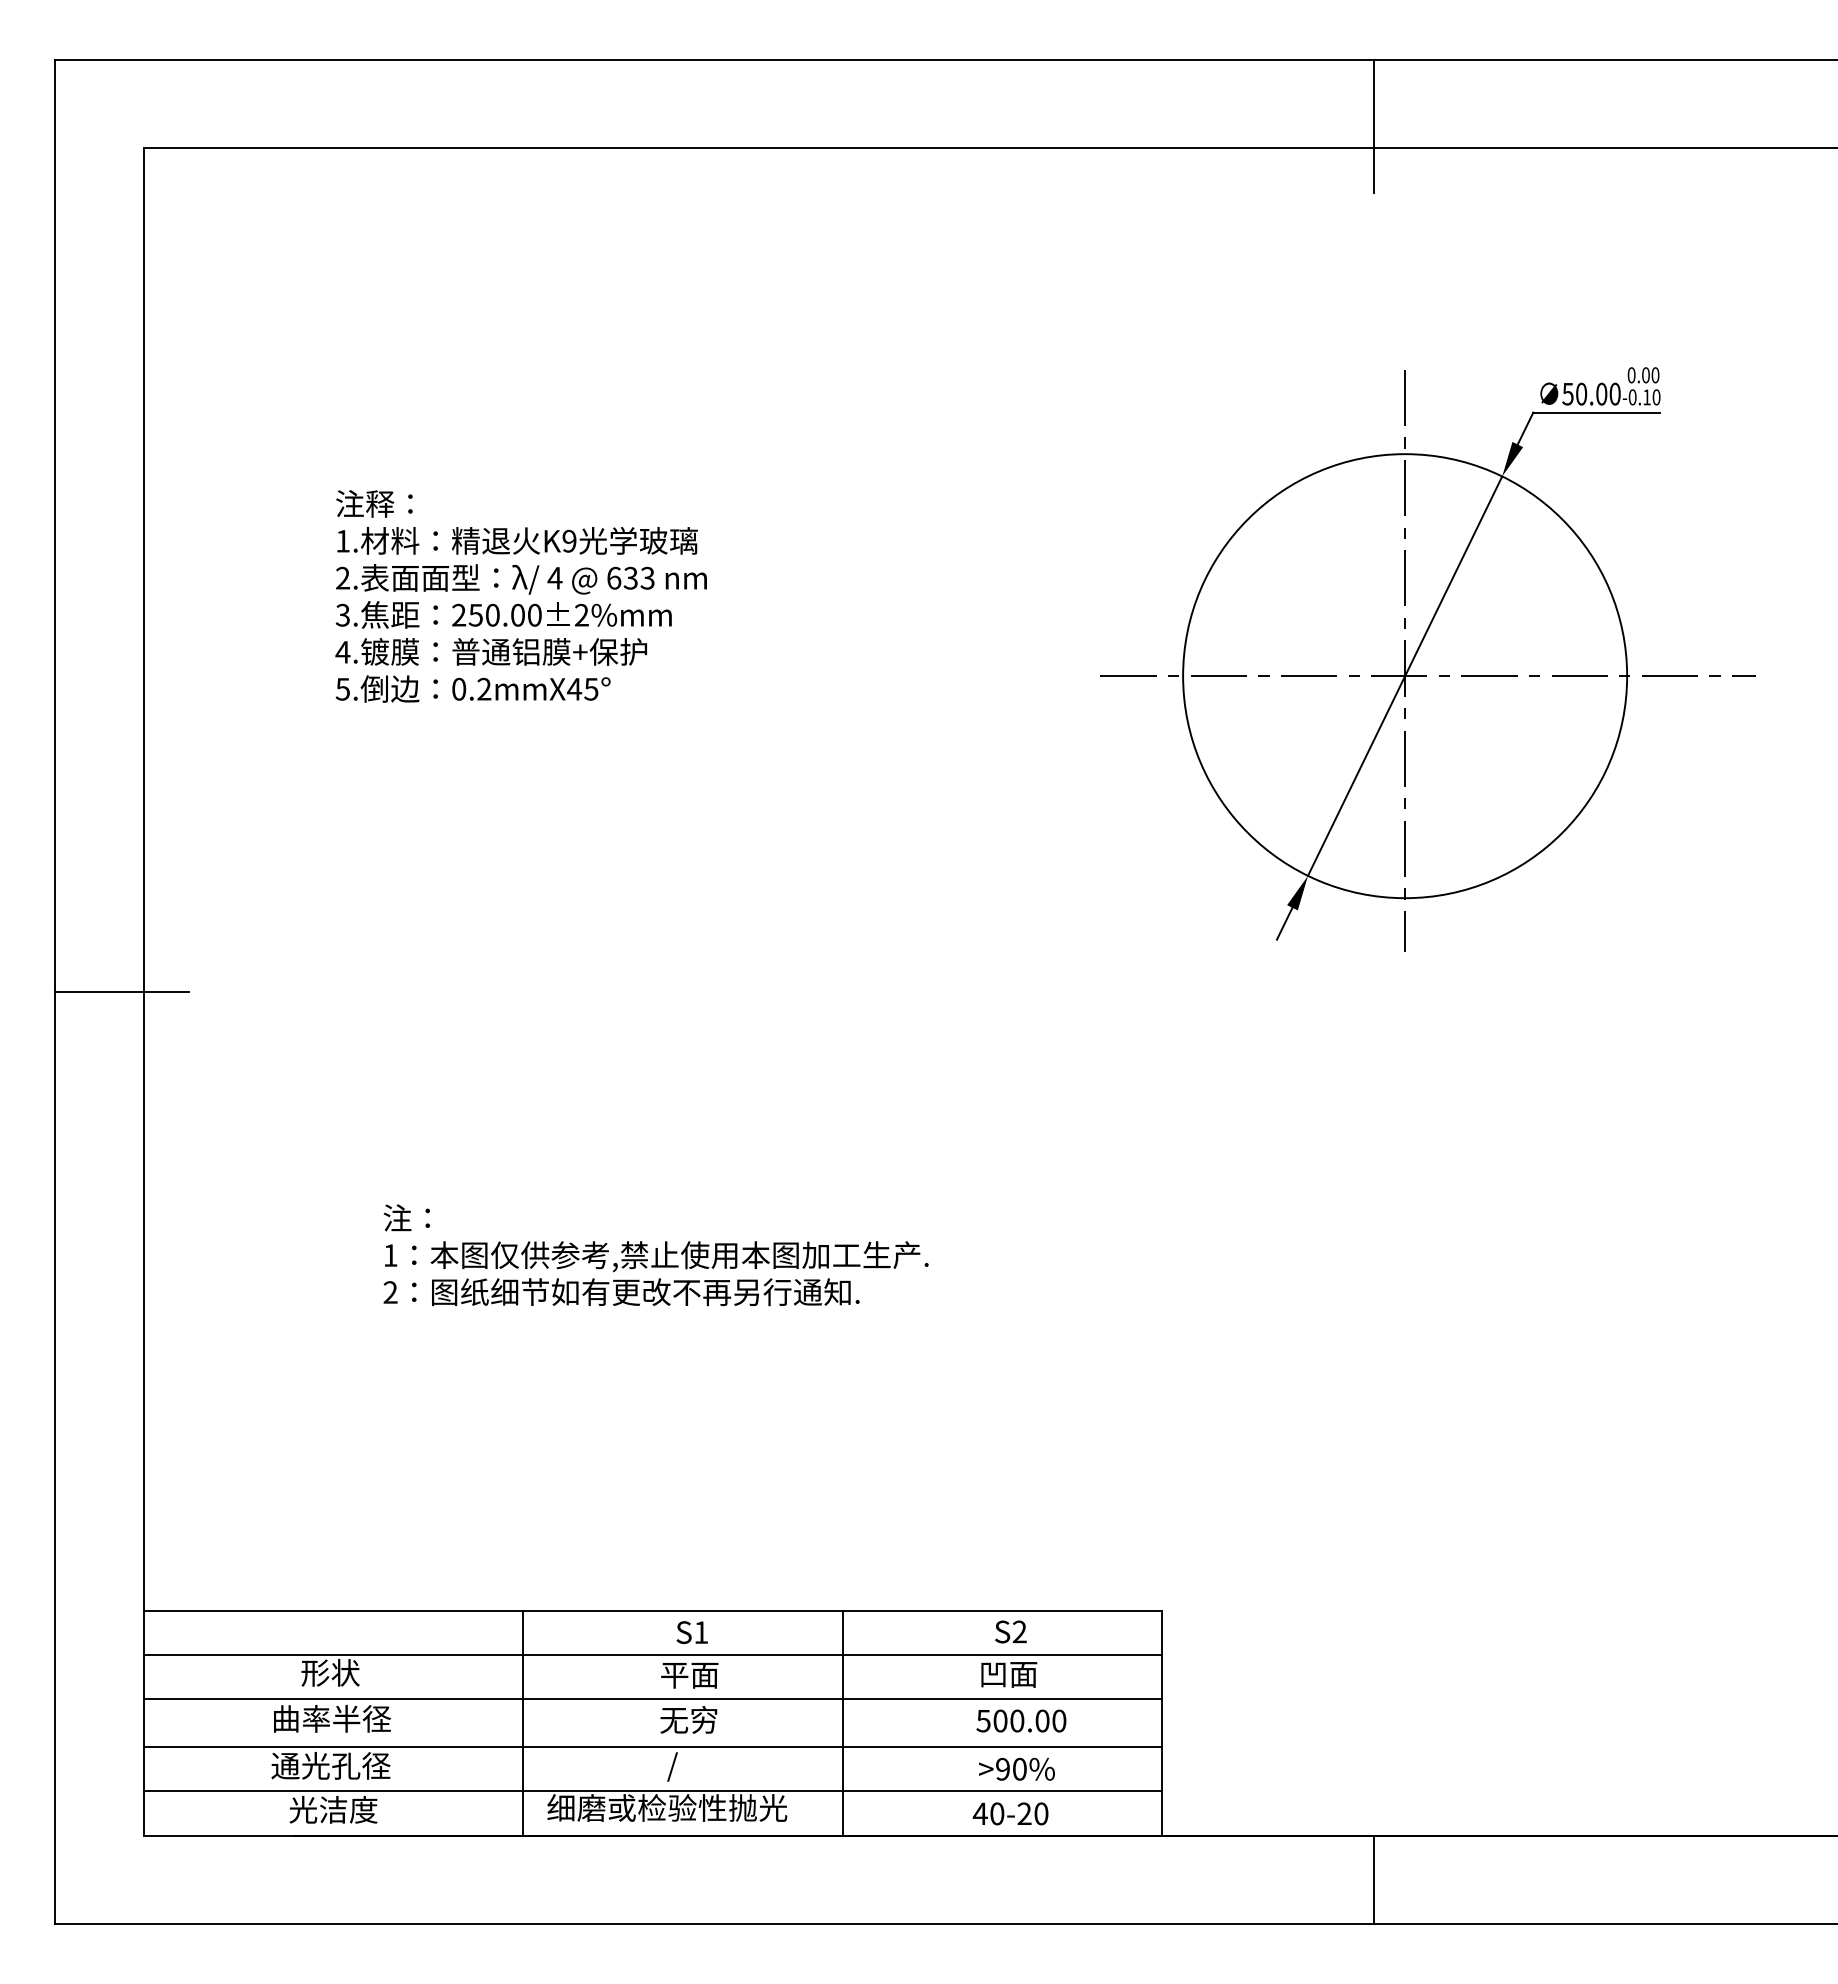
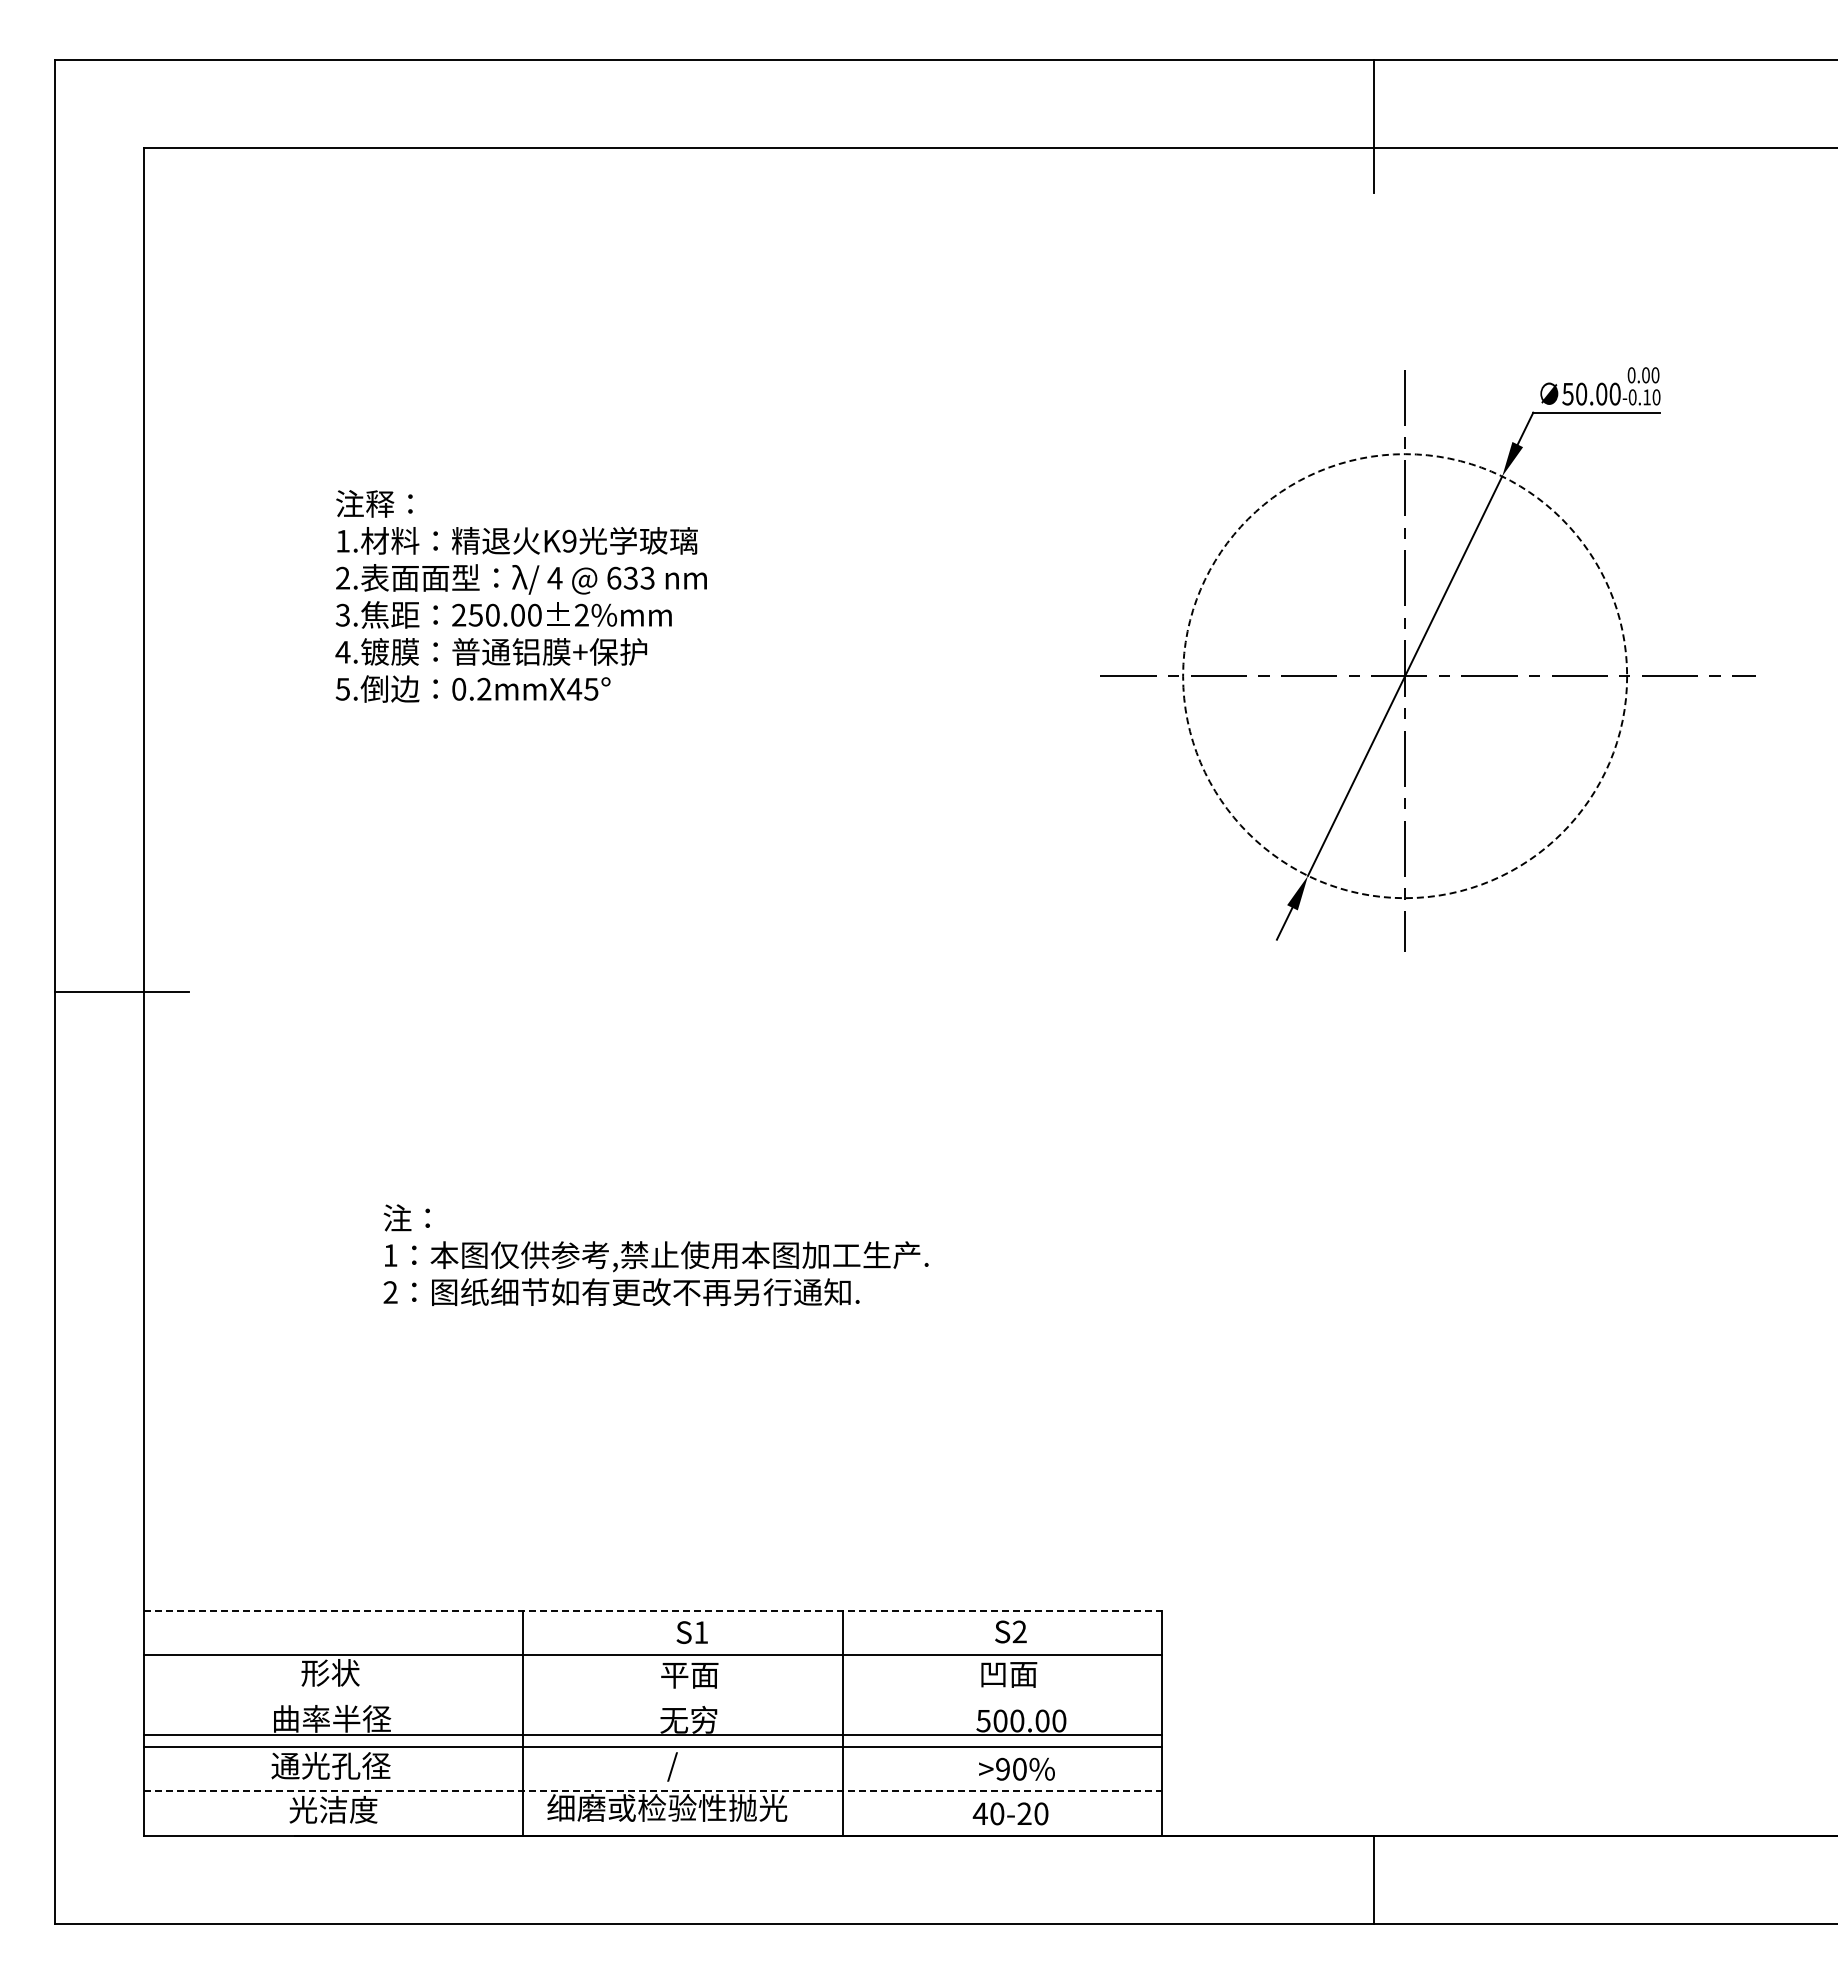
circle at (1405, 676): solid -> dashed
line at (653, 1610): solid -> dashed
line at (653, 1698) position: (653, 1698) -> (653, 1734)
line at (653, 1791): solid -> dashed
